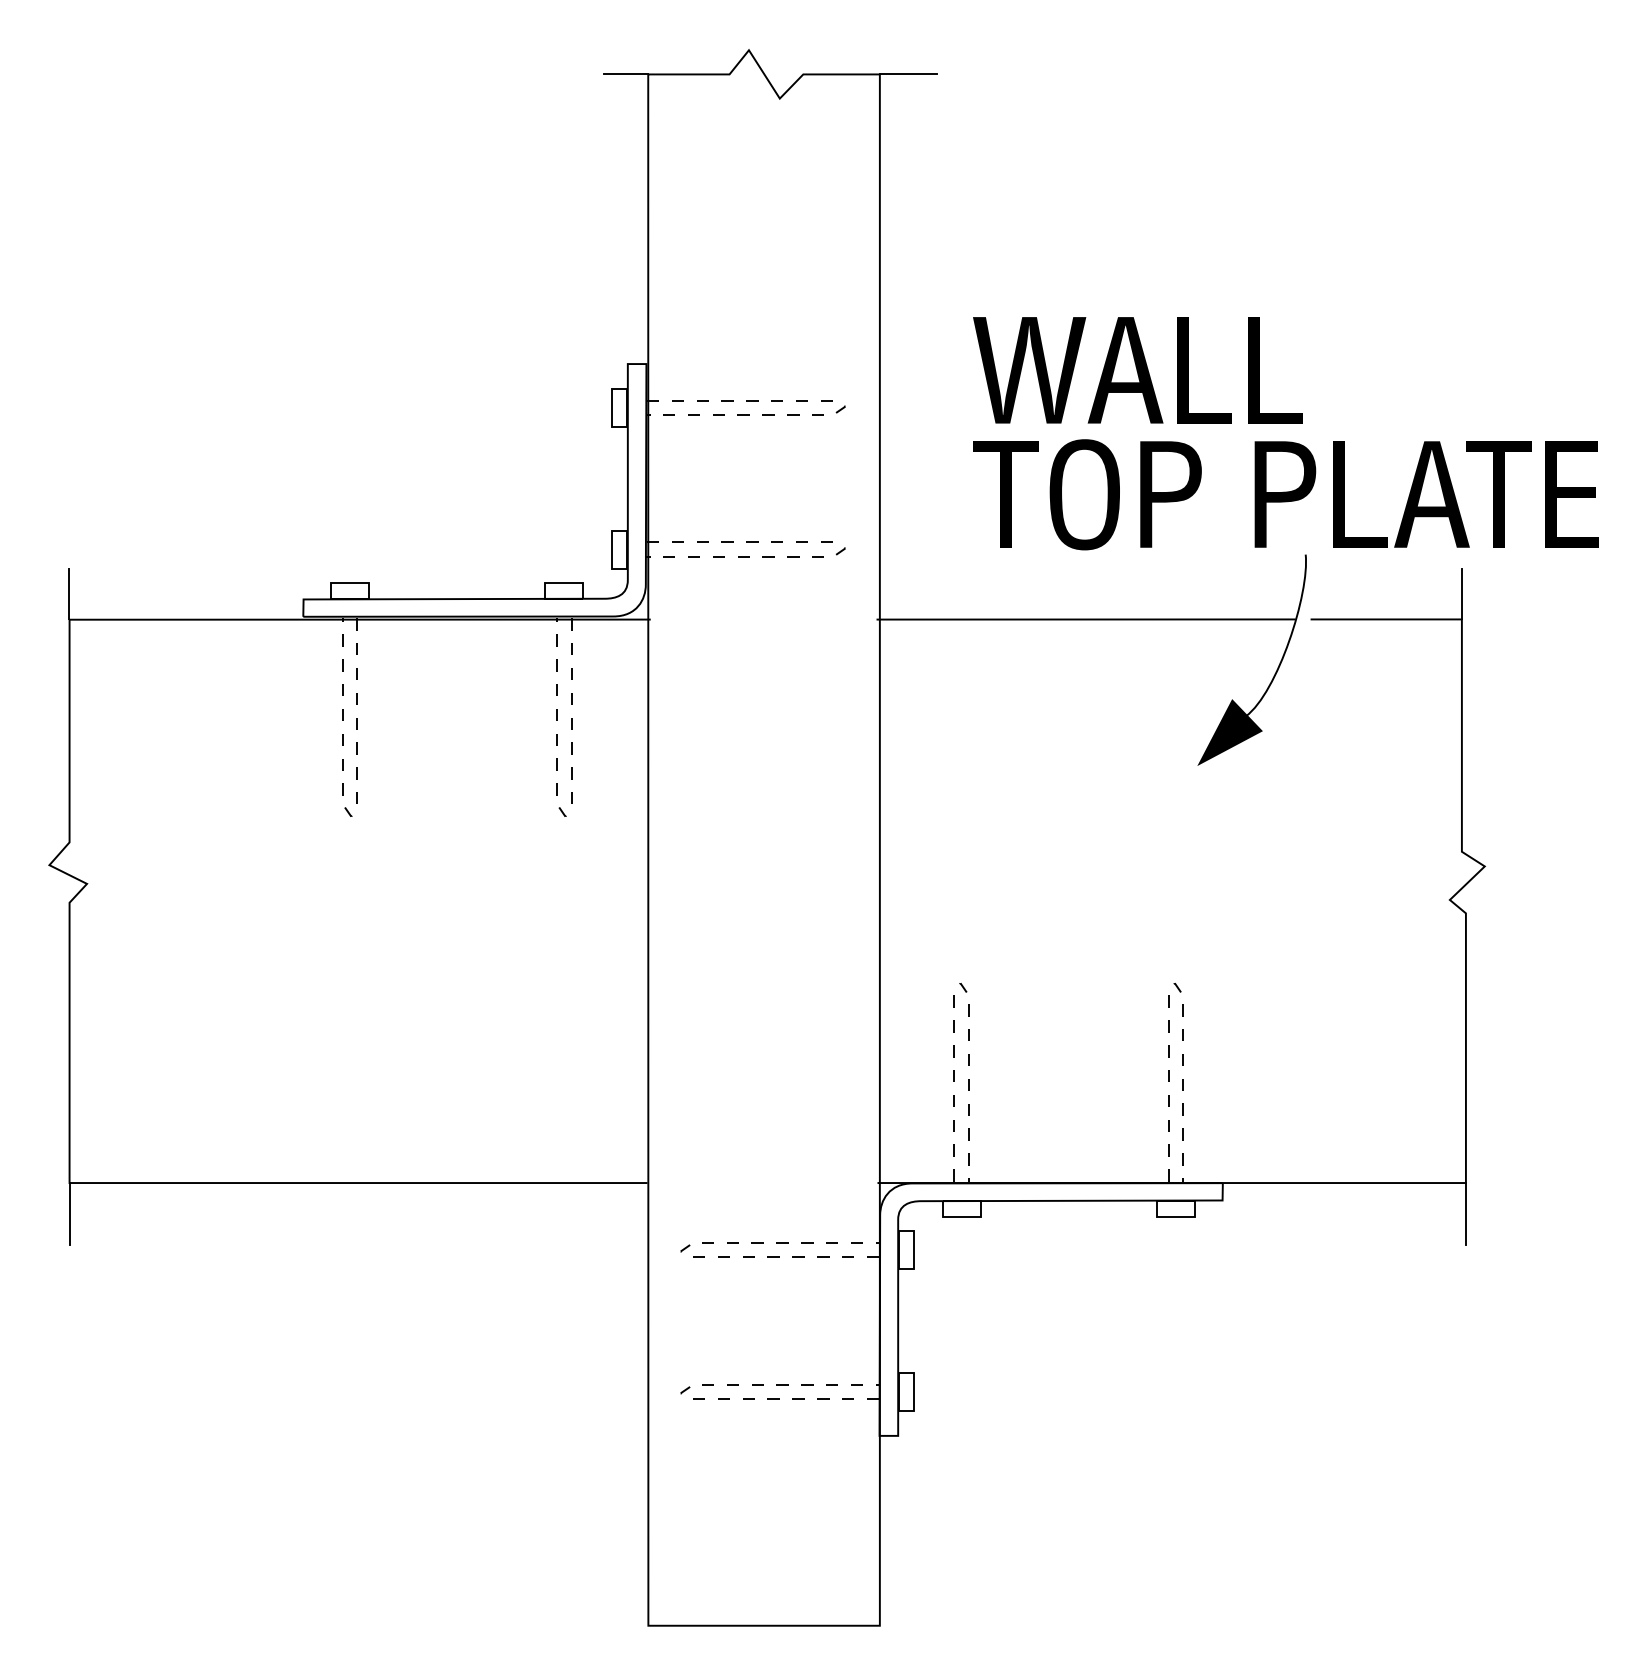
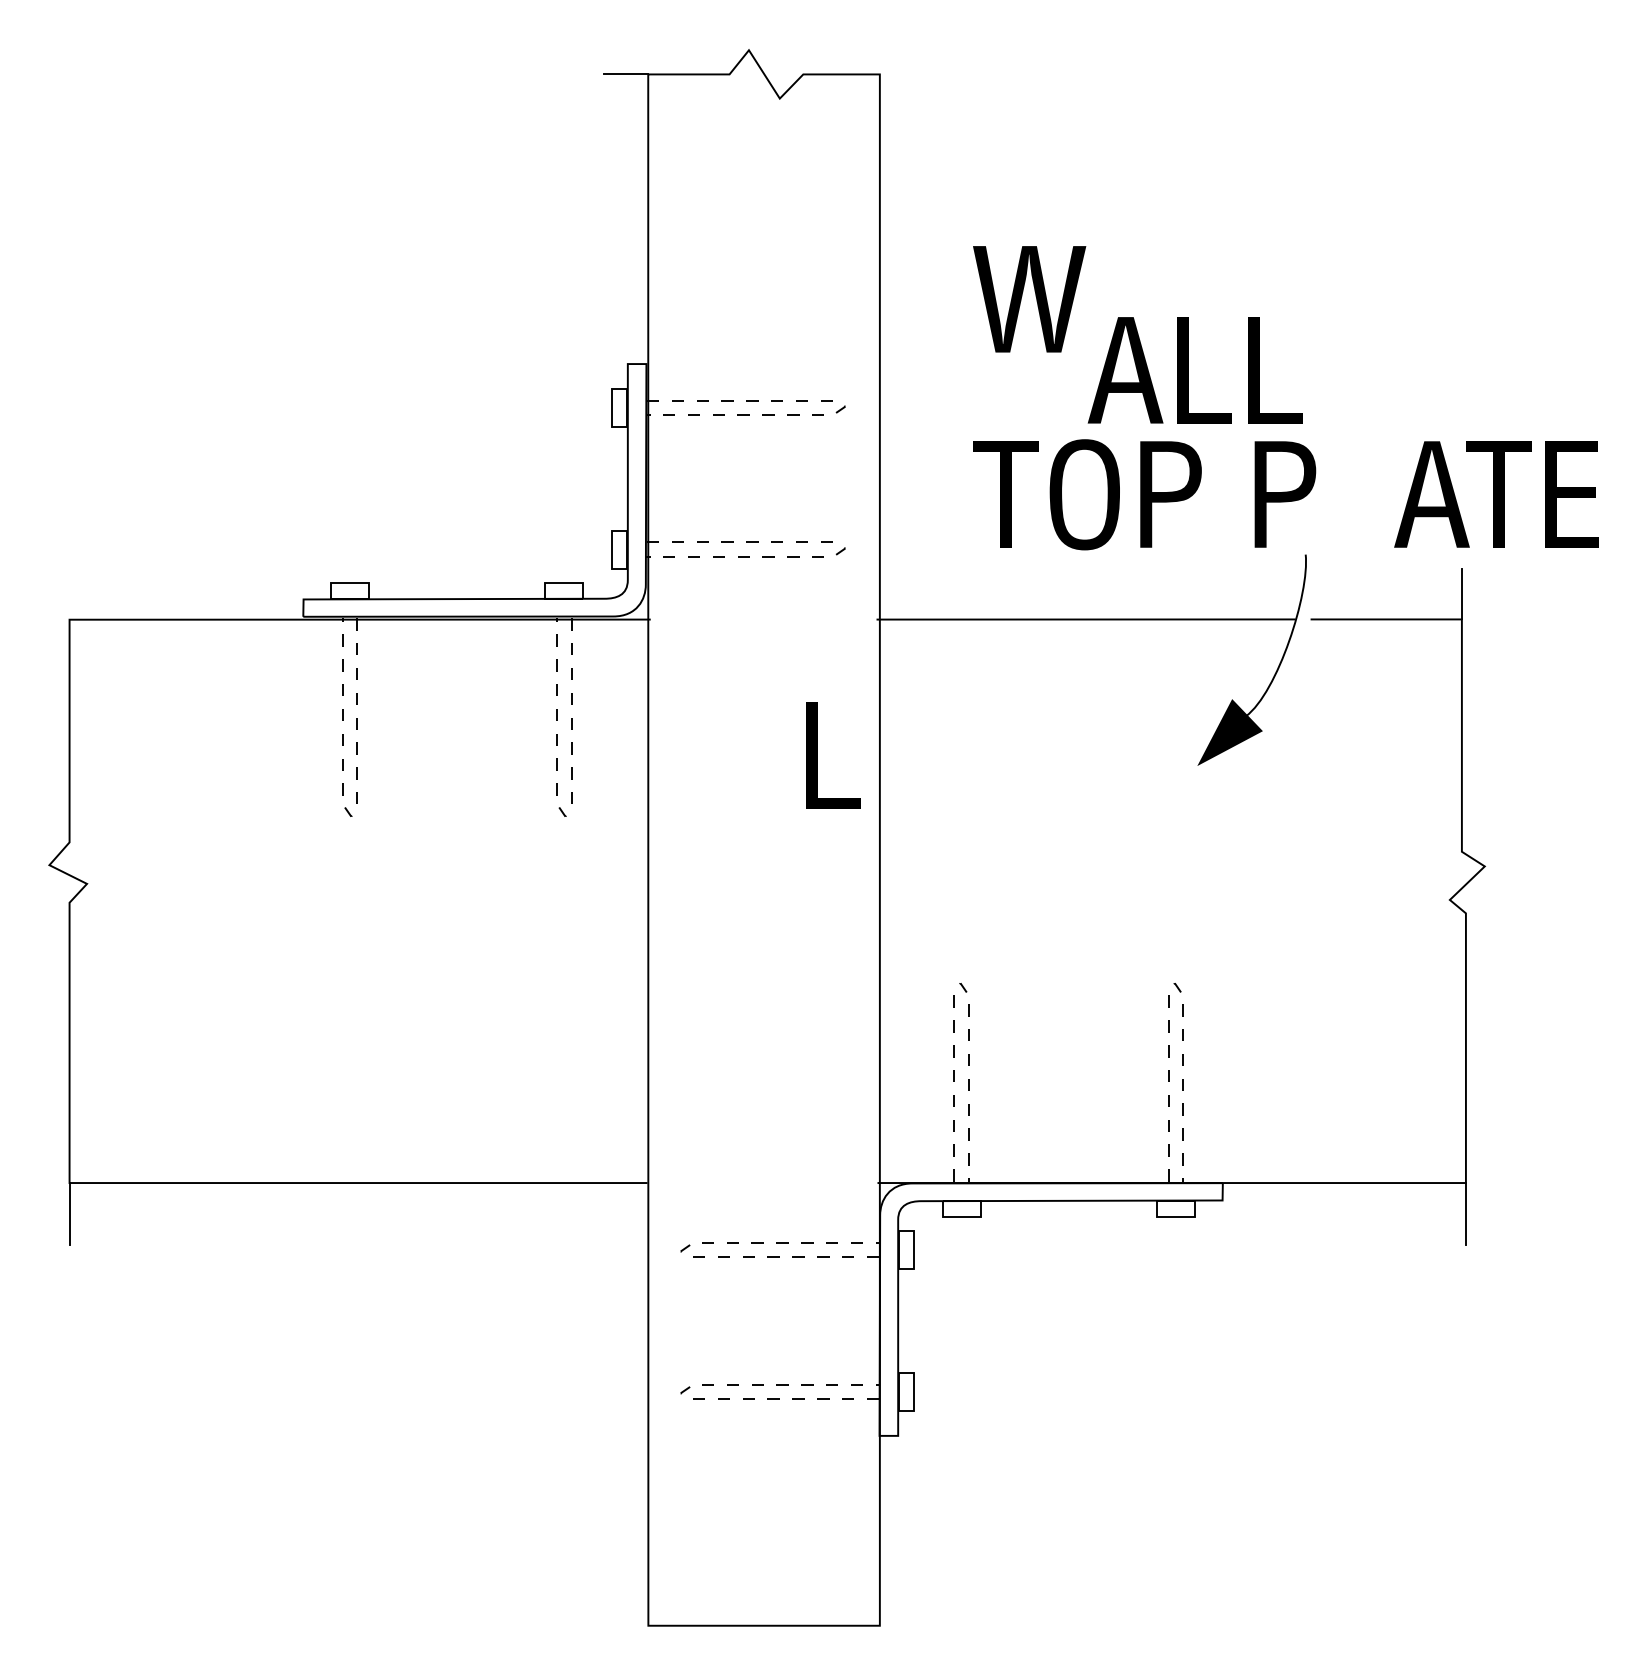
line at (908, 74): present -> none
part at (1035, 367) position: (1035, 367) -> (1035, 296)
fill at (1360, 494): present -> none
line at (69, 593): present -> none
part at (817, 755): none -> present
